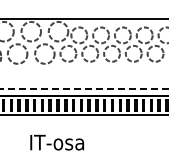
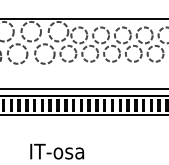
line at (84, 88): dashed -> solid
text at (57, 142) position: (57, 142) -> (57, 151)
